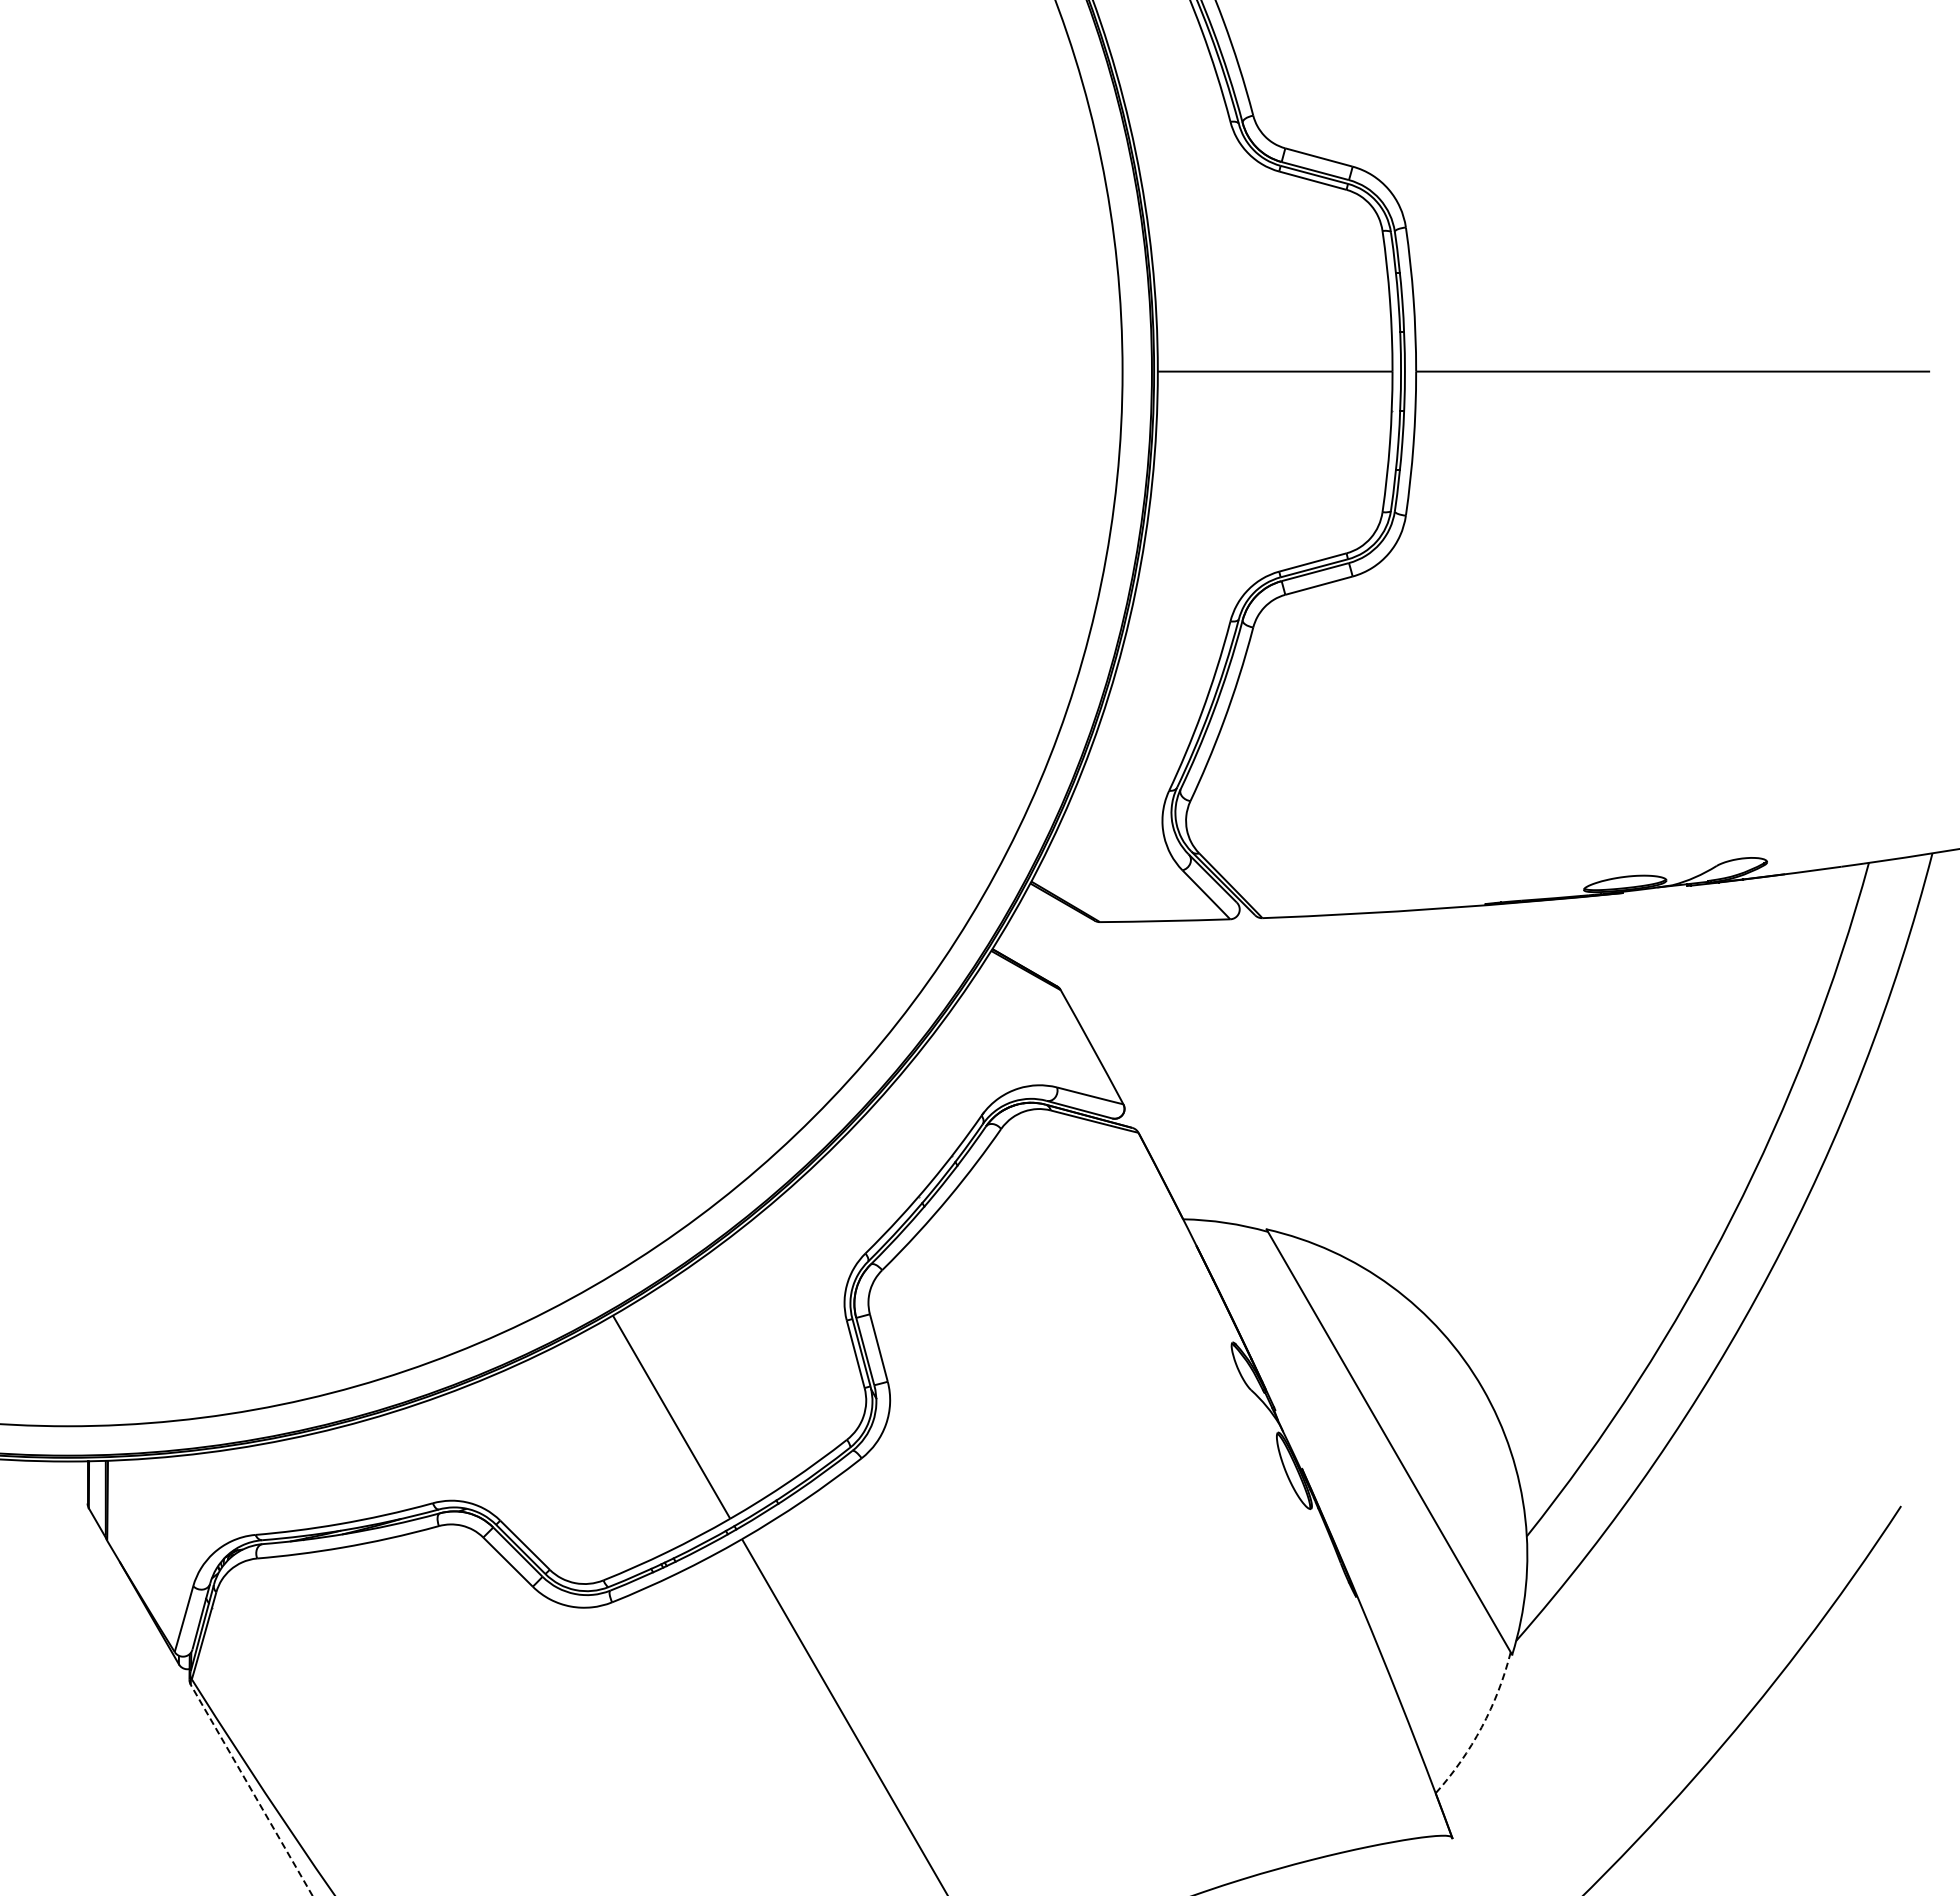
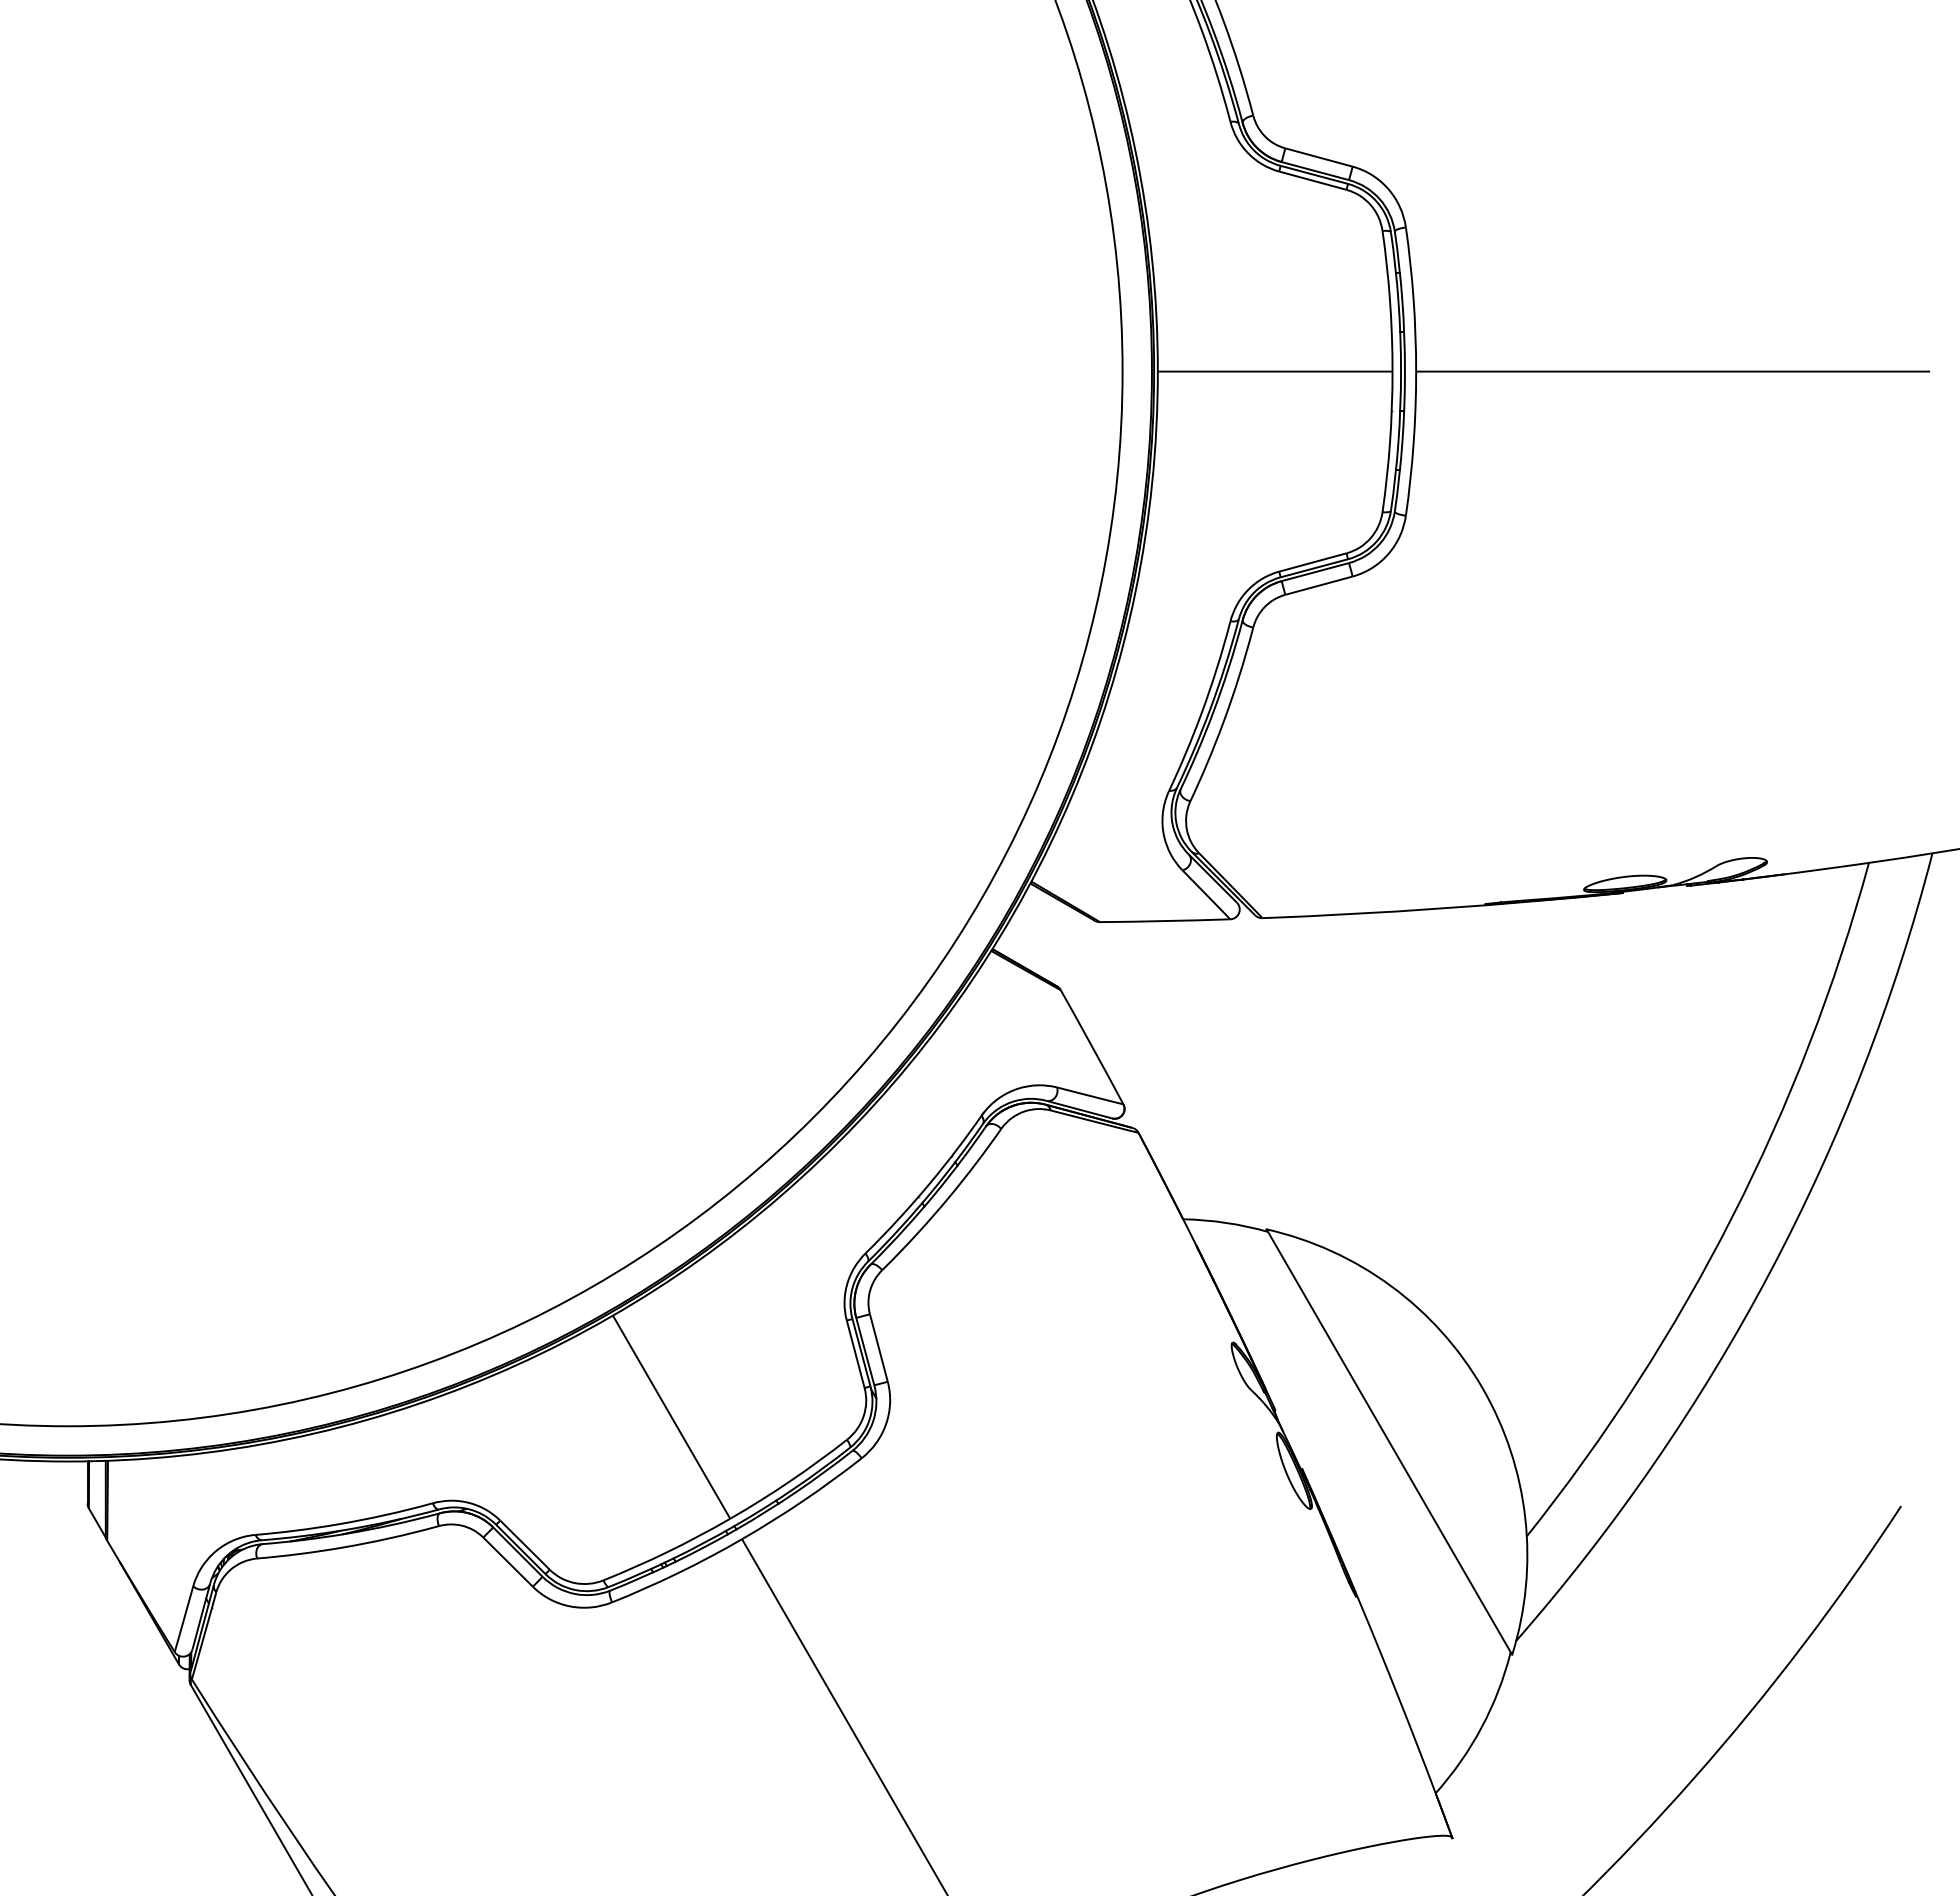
arc at (1481, 1727): dashed -> solid
line at (251, 1789): dashed -> solid
